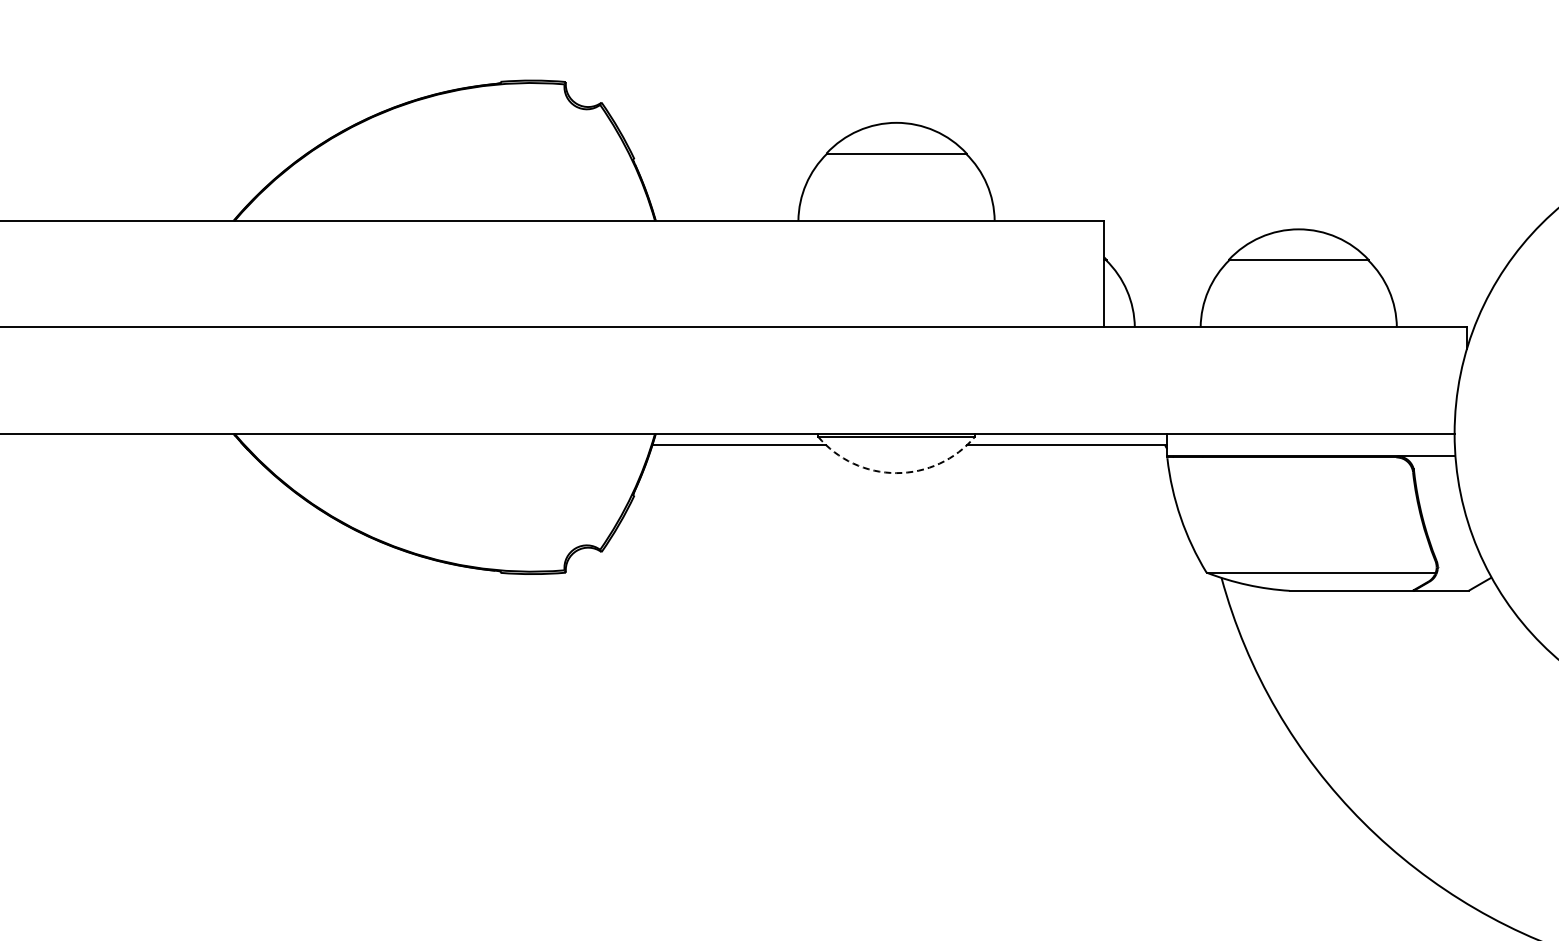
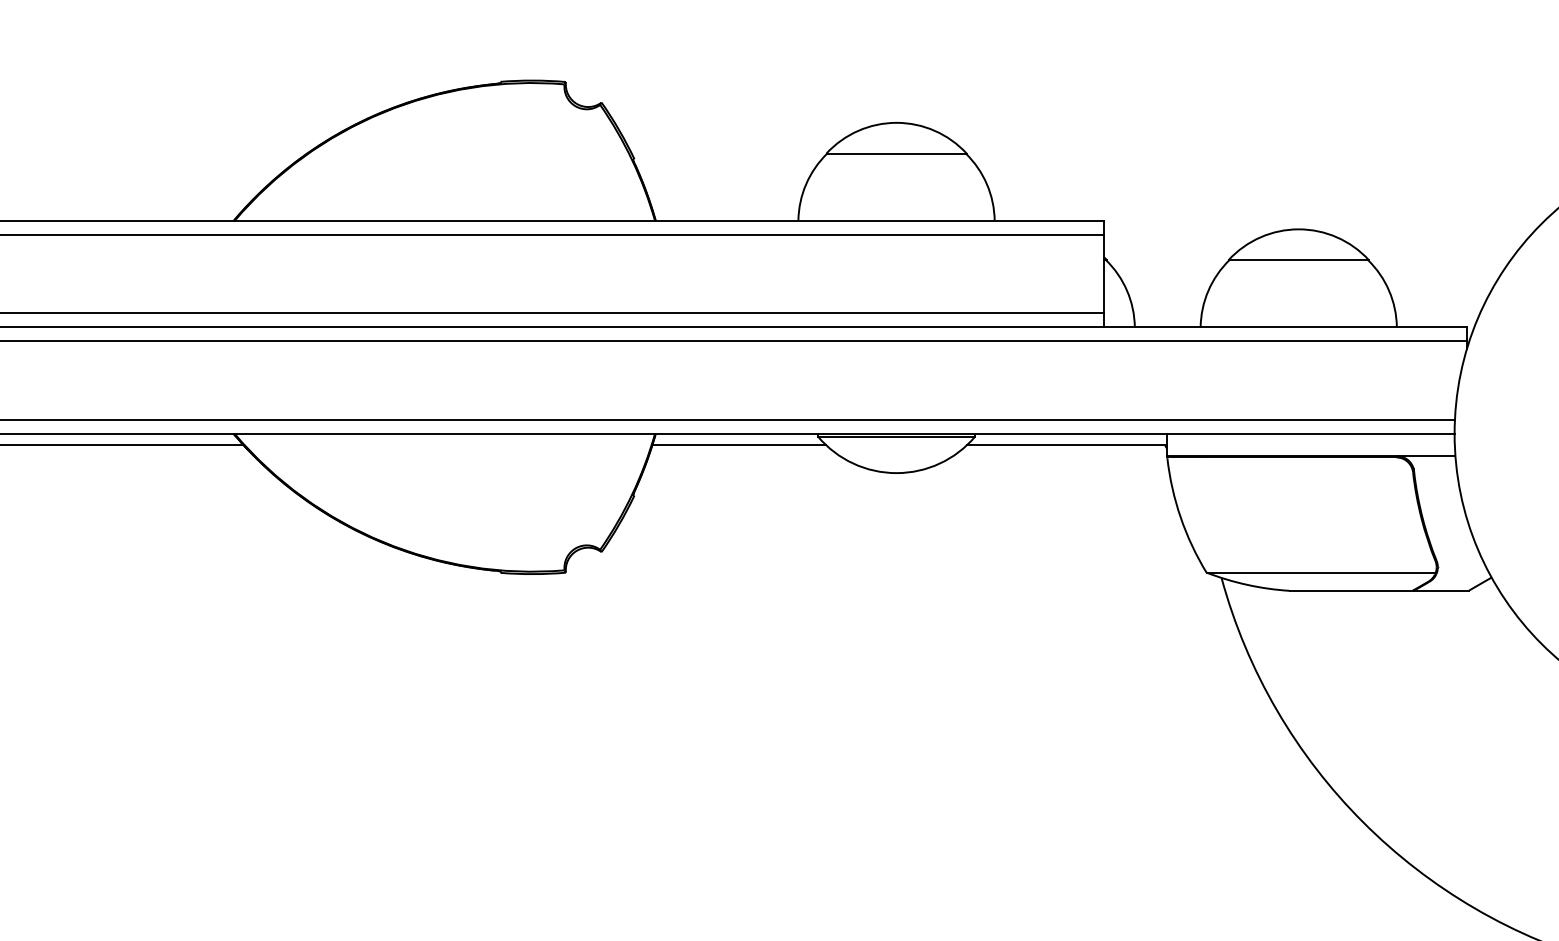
line at (553, 234): none -> present
line at (553, 313): none -> present
line at (734, 341): none -> present
line at (728, 419): none -> present
line at (122, 445): none -> present
arc at (896, 473): dashed -> solid
